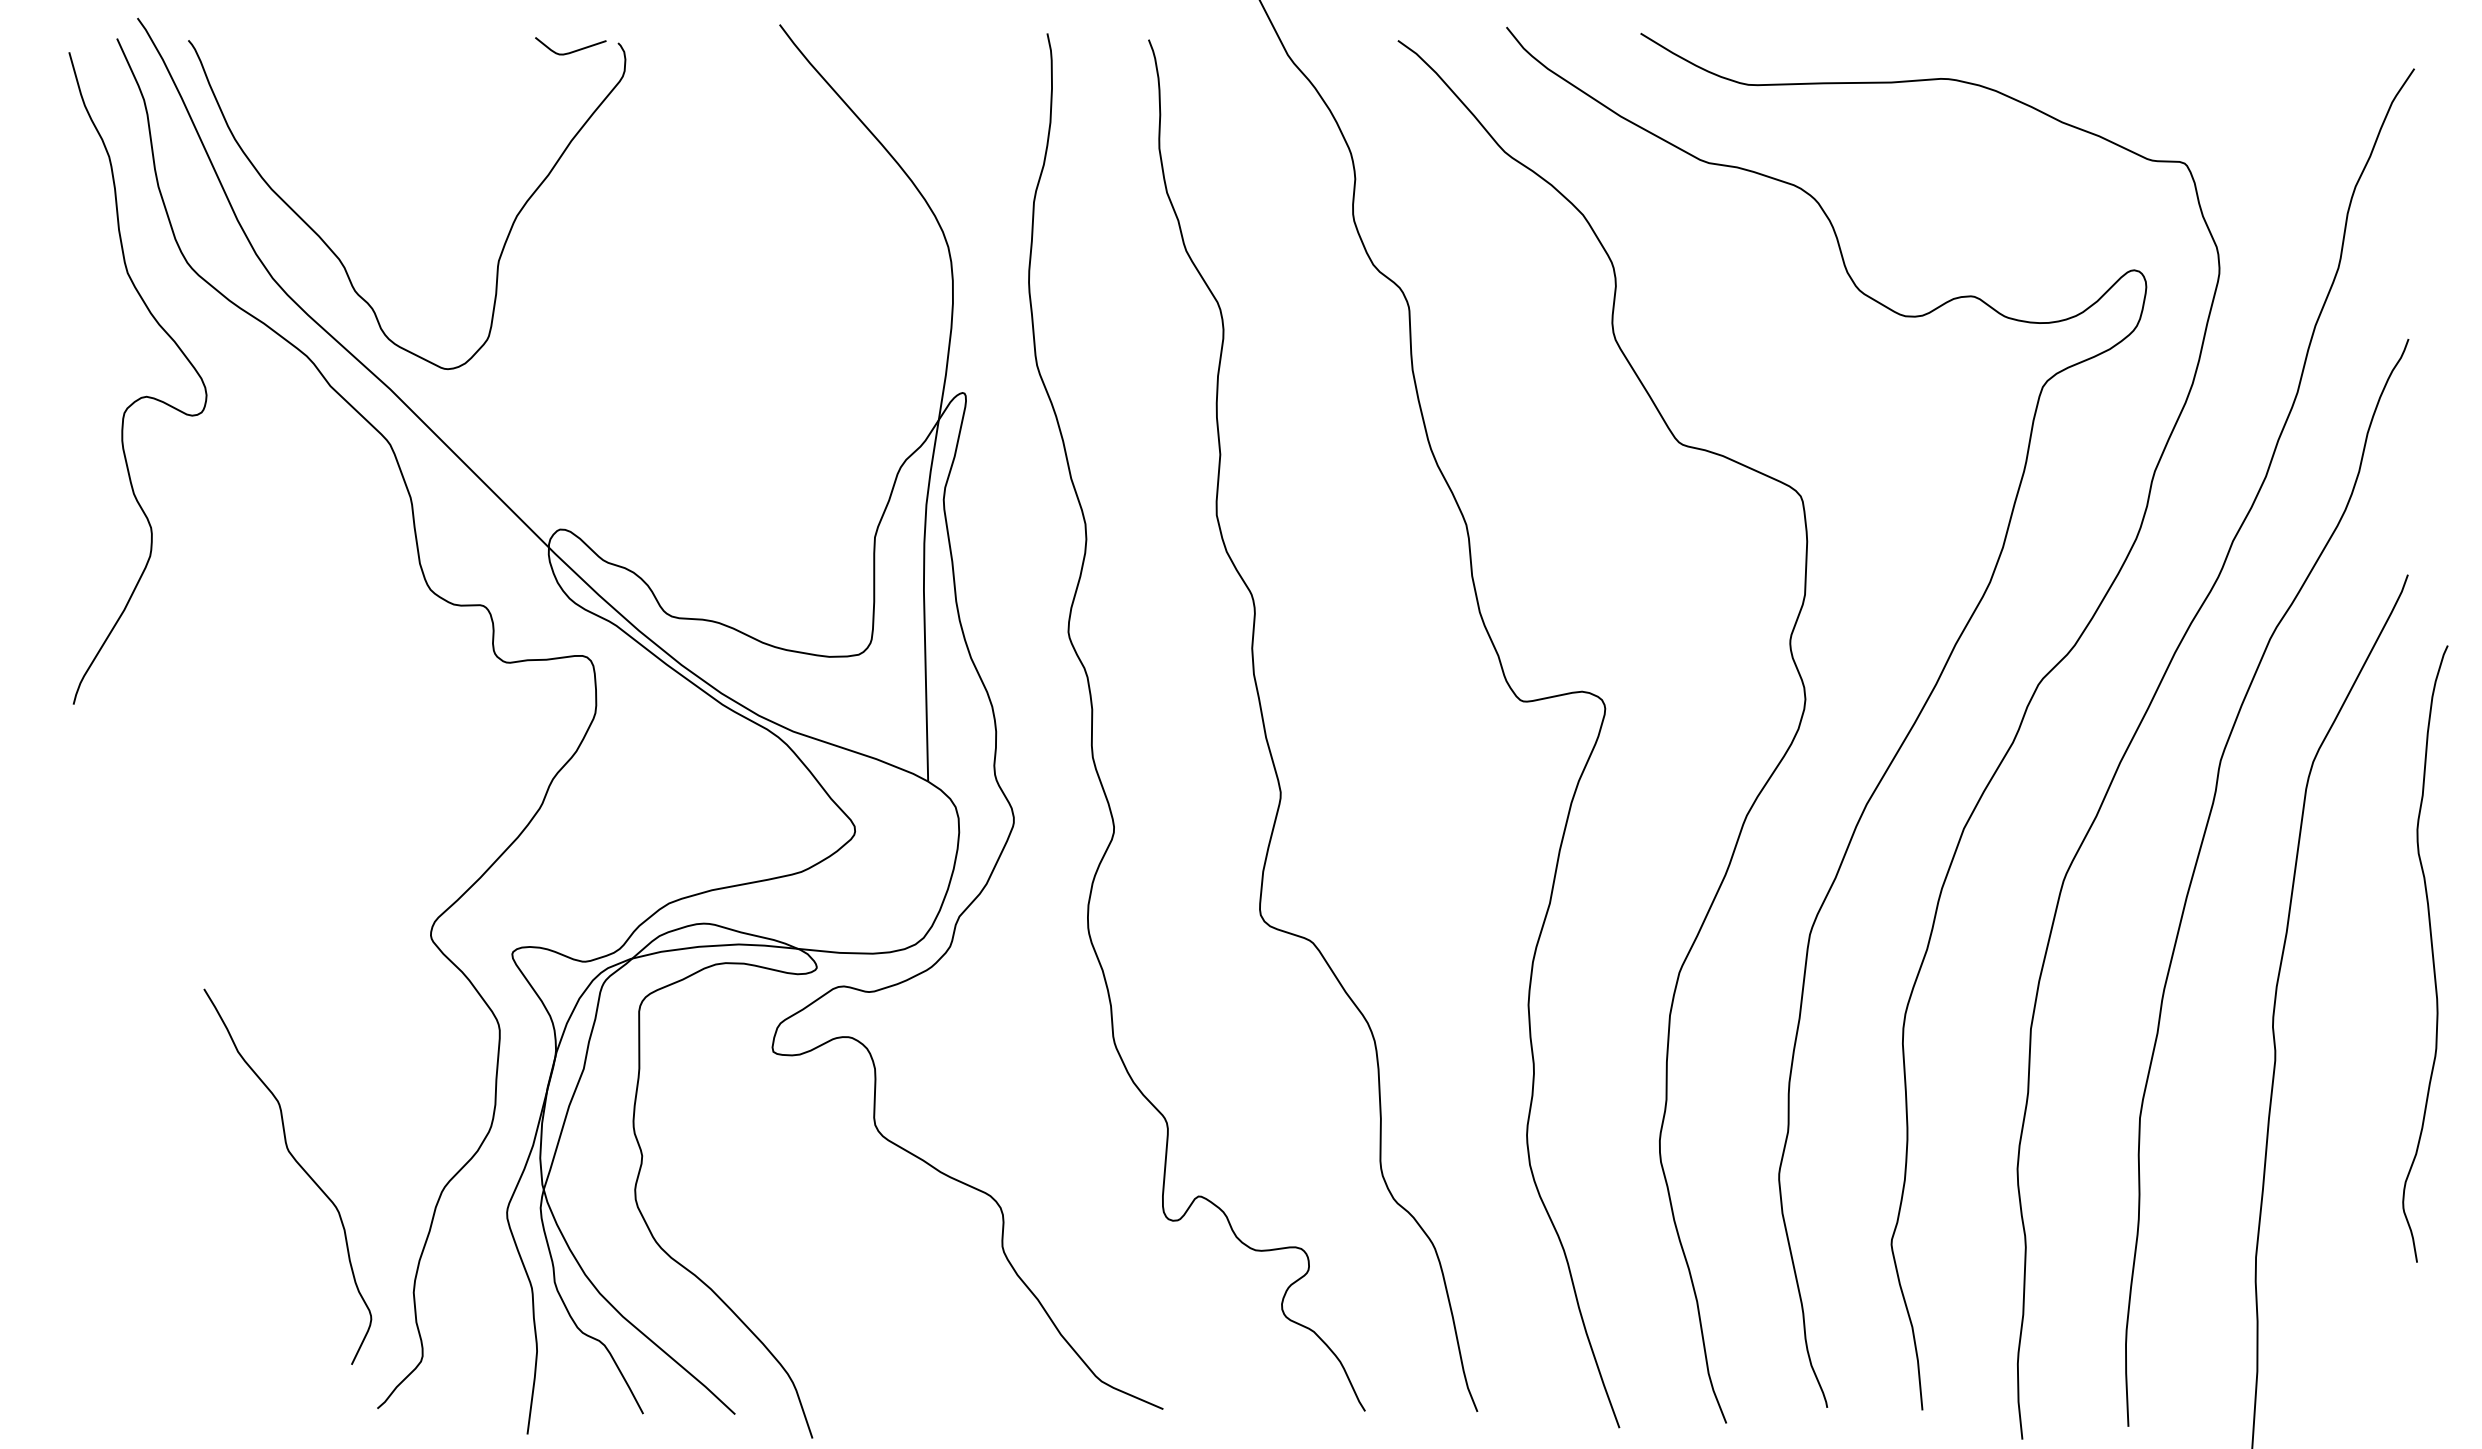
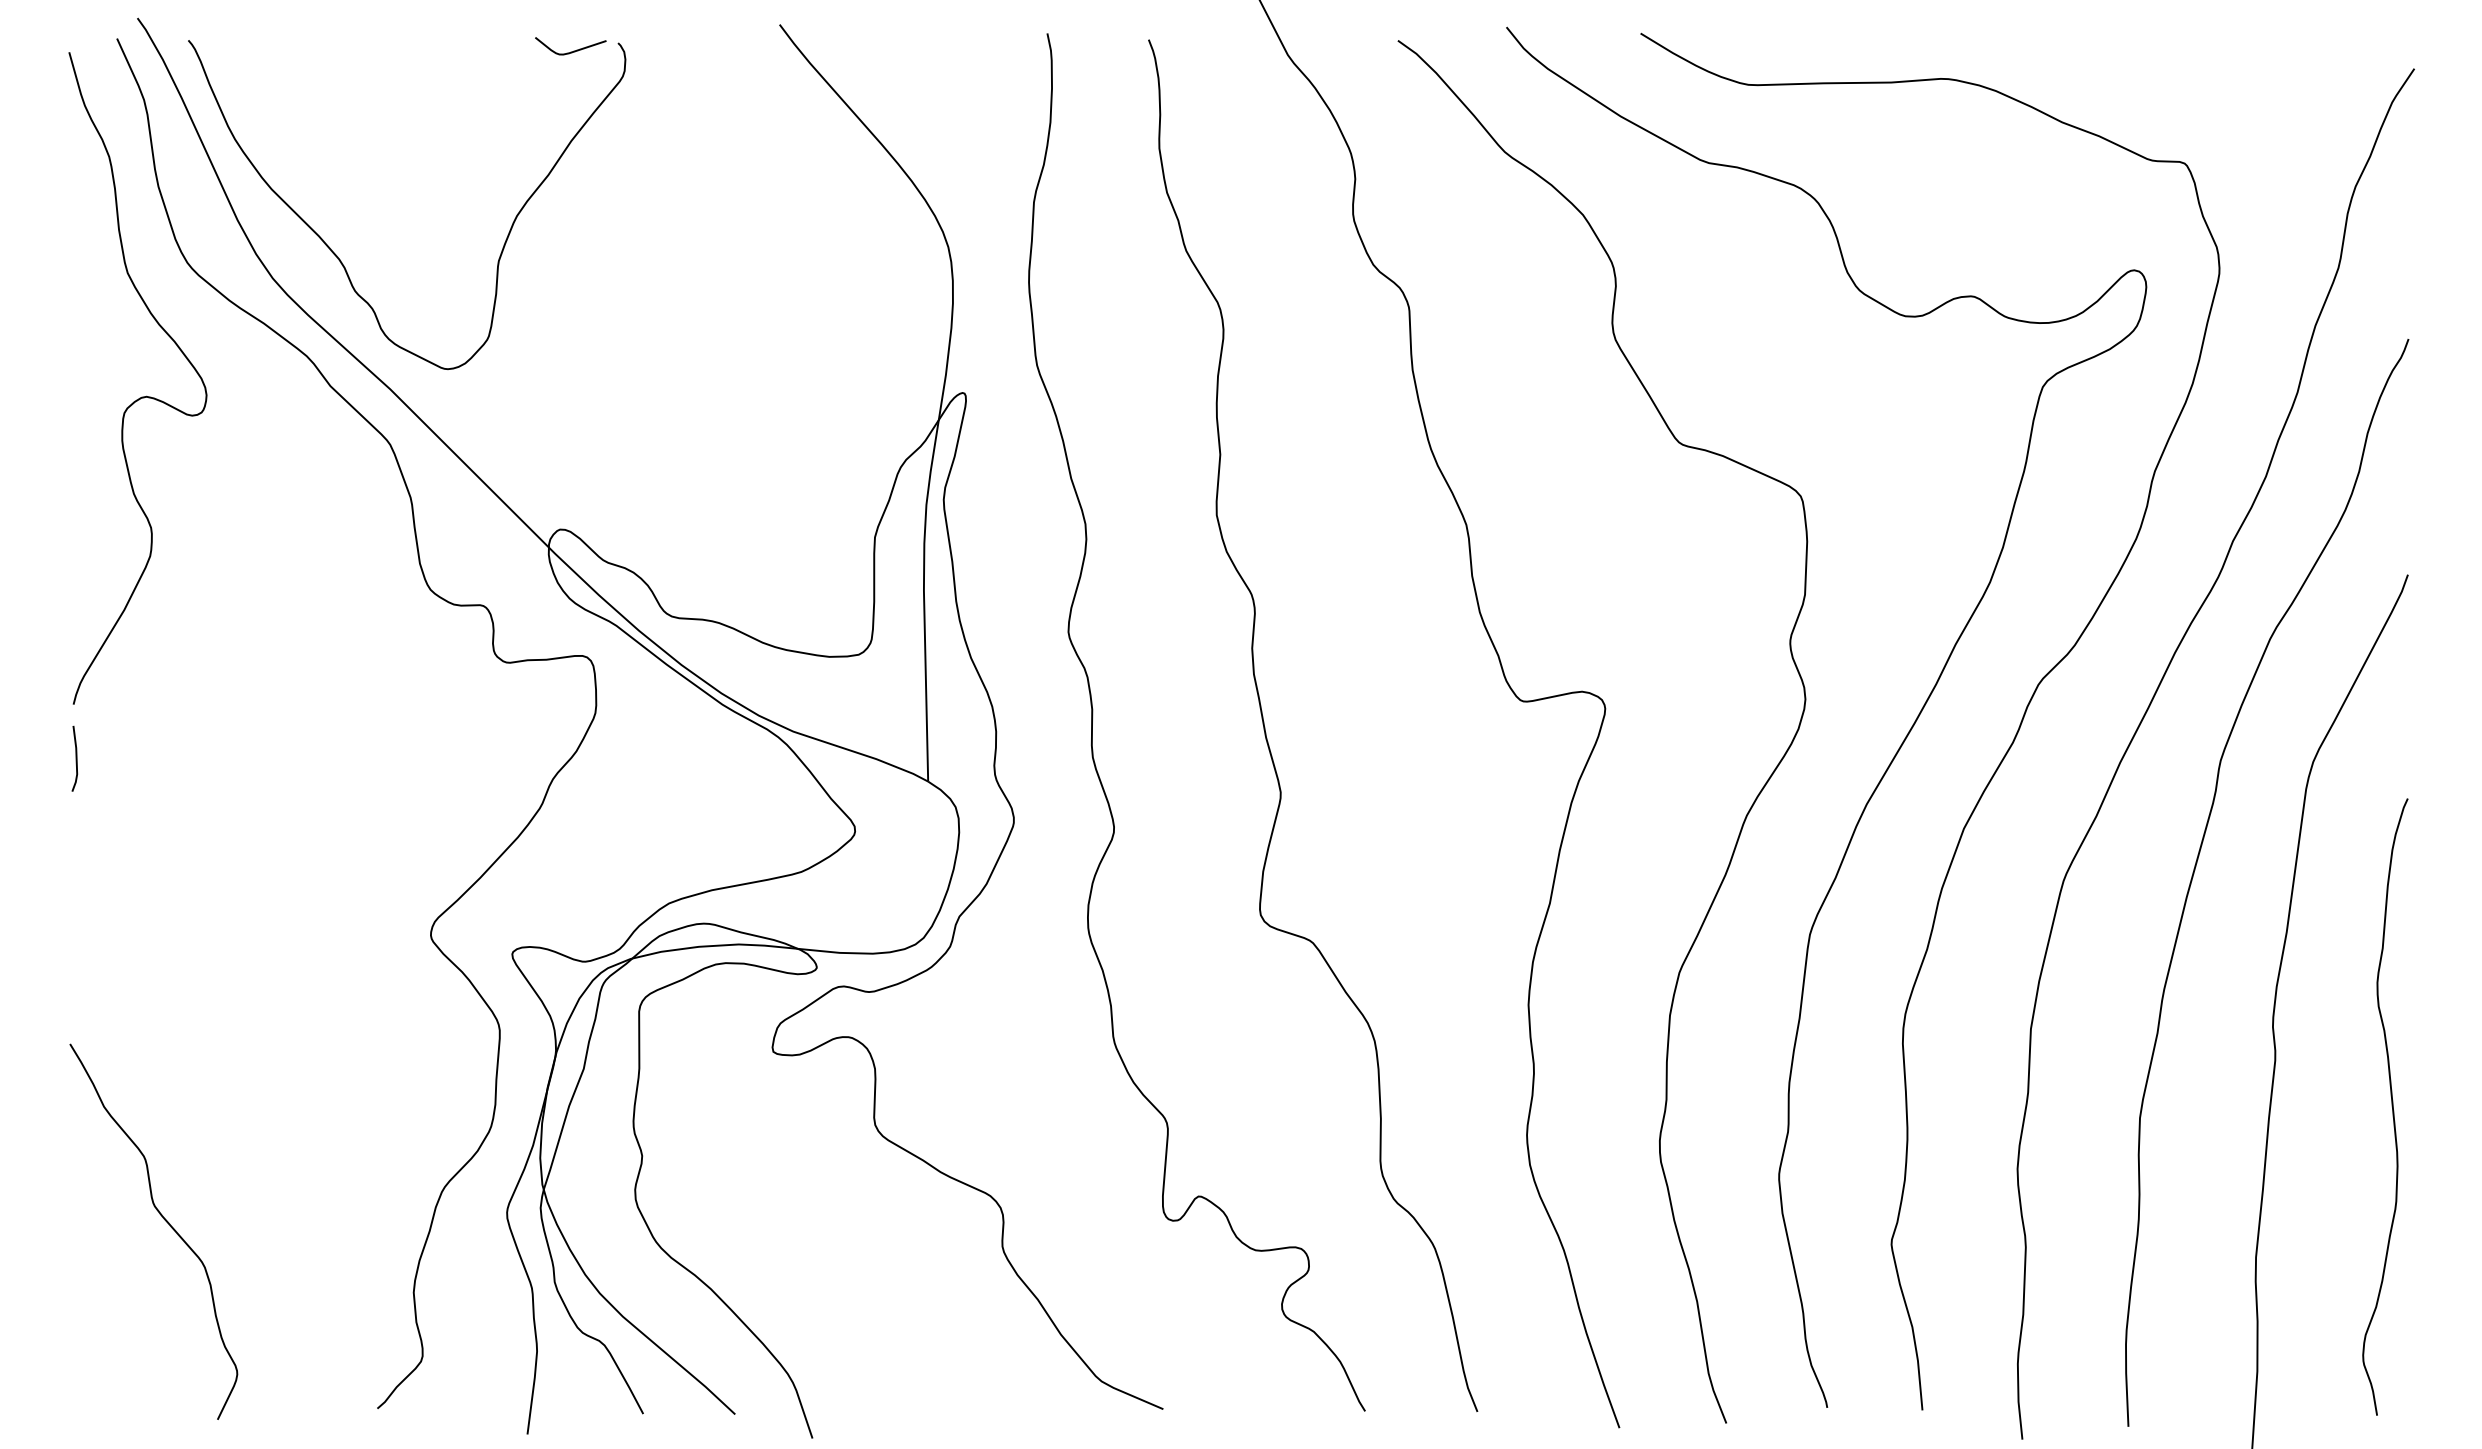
line at (75, 758): none -> present
curve at (2431, 953) position: (2431, 953) -> (2391, 1106)
curve at (298, 1165) position: (298, 1165) -> (164, 1220)
